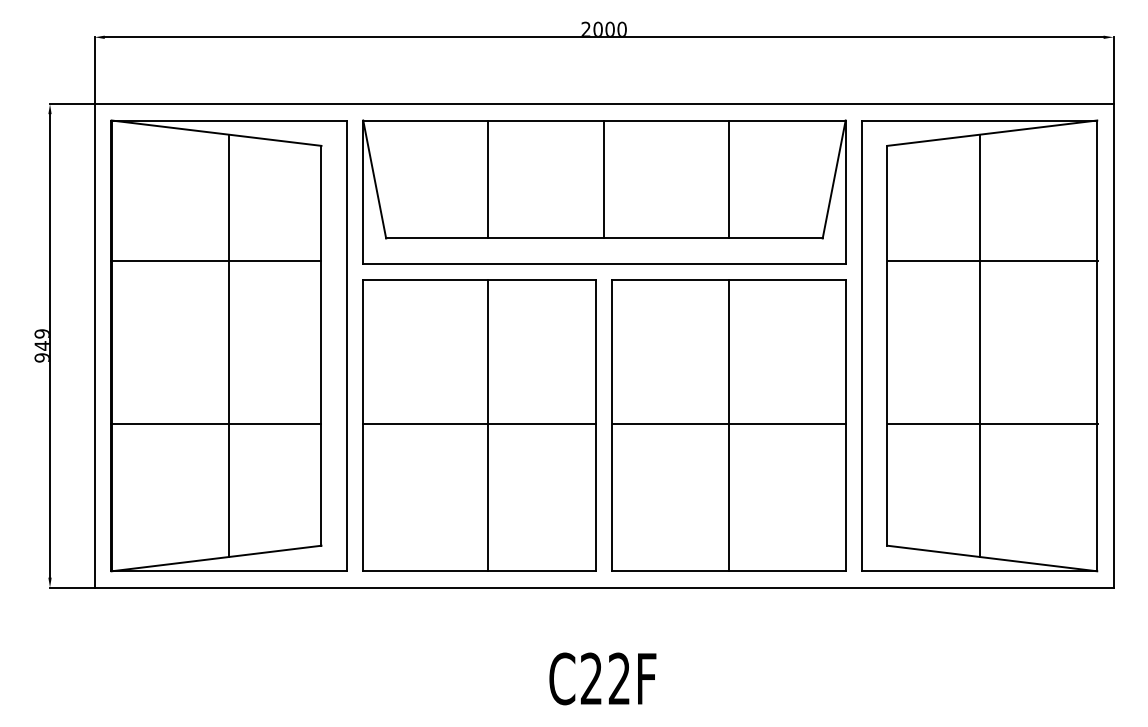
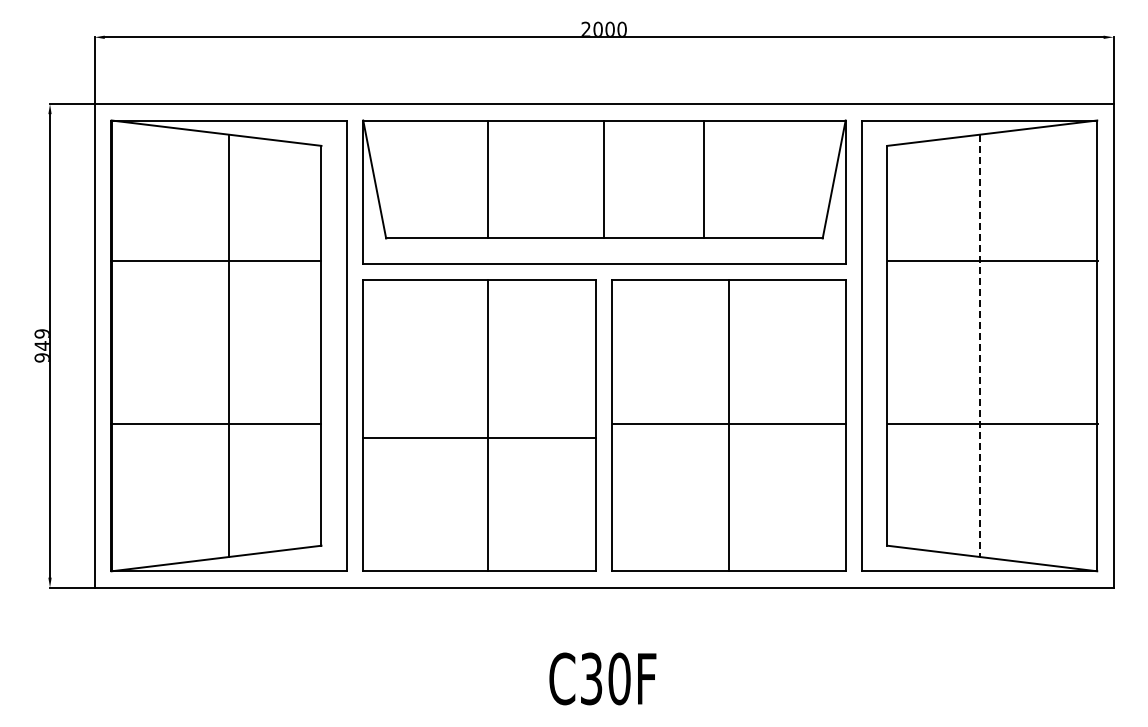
line at (729, 179) position: (729, 179) -> (704, 179)
line at (979, 346): solid -> dashed
line at (479, 423) position: (479, 423) -> (479, 437)
text at (605, 678): C22F -> C30F
